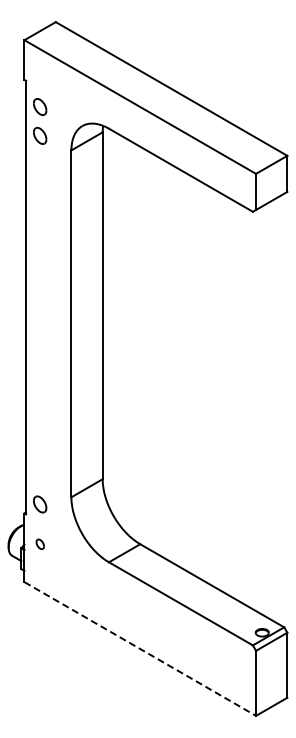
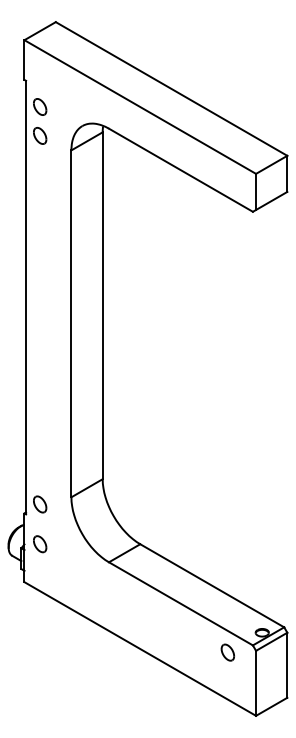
part at (39, 543) size: 10x12 px -> 15x19 px
line at (140, 649): dashed -> solid
part at (227, 652): none -> present
